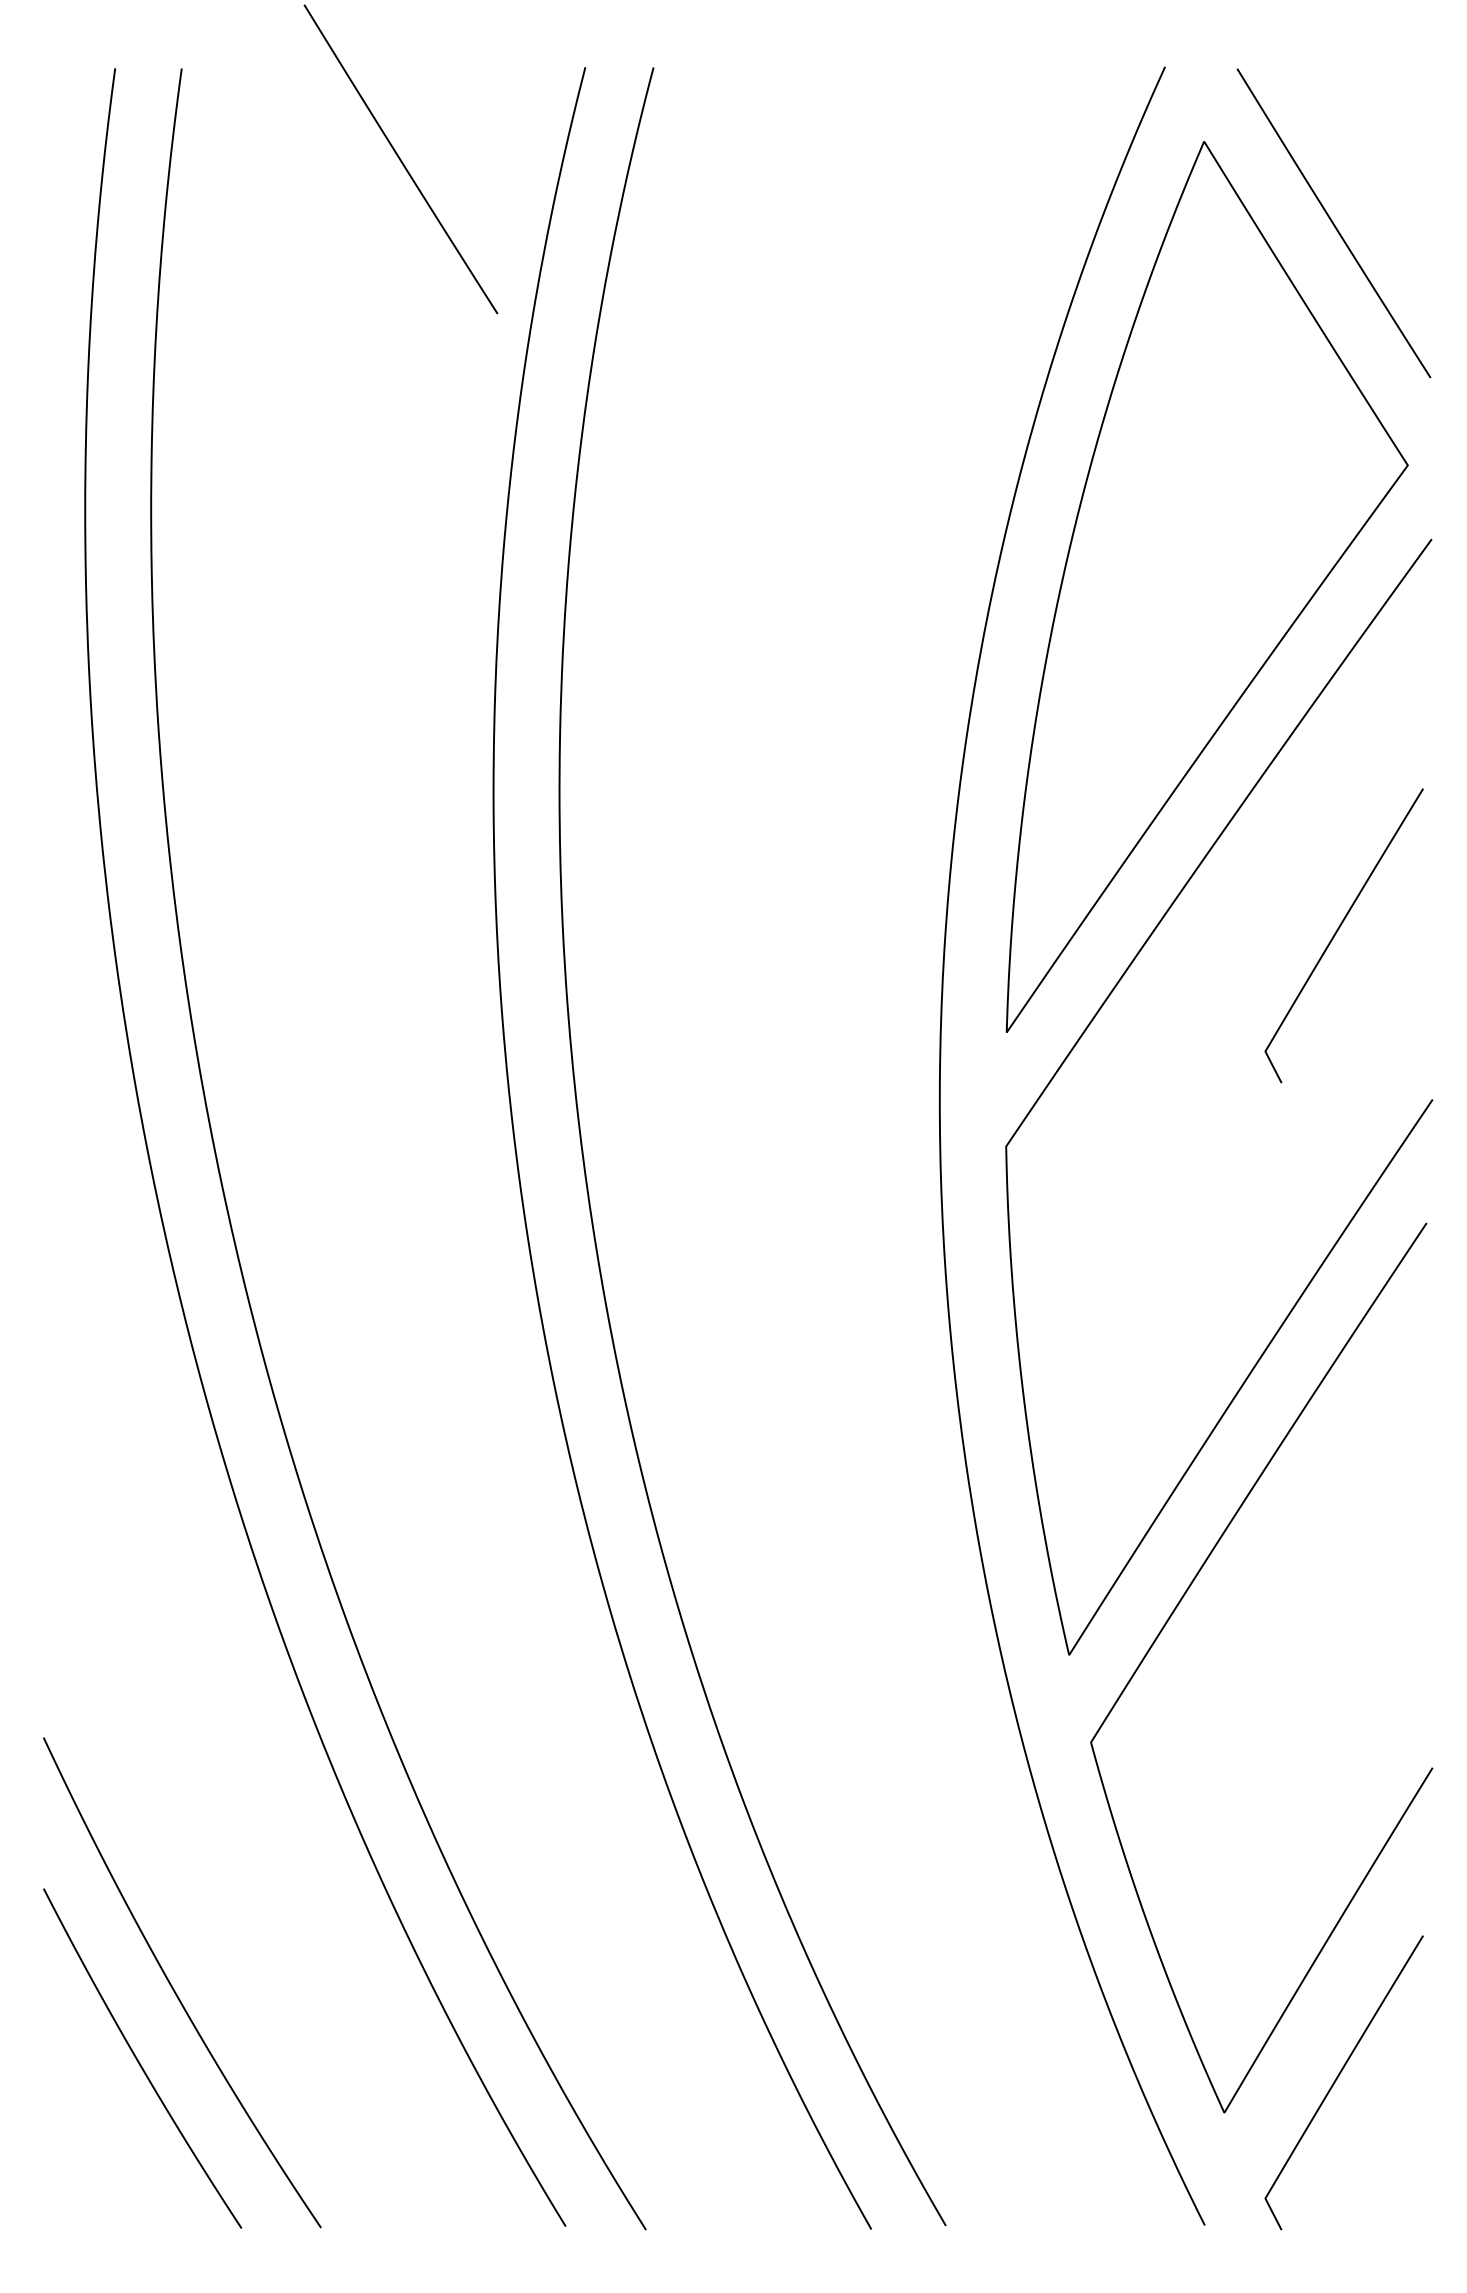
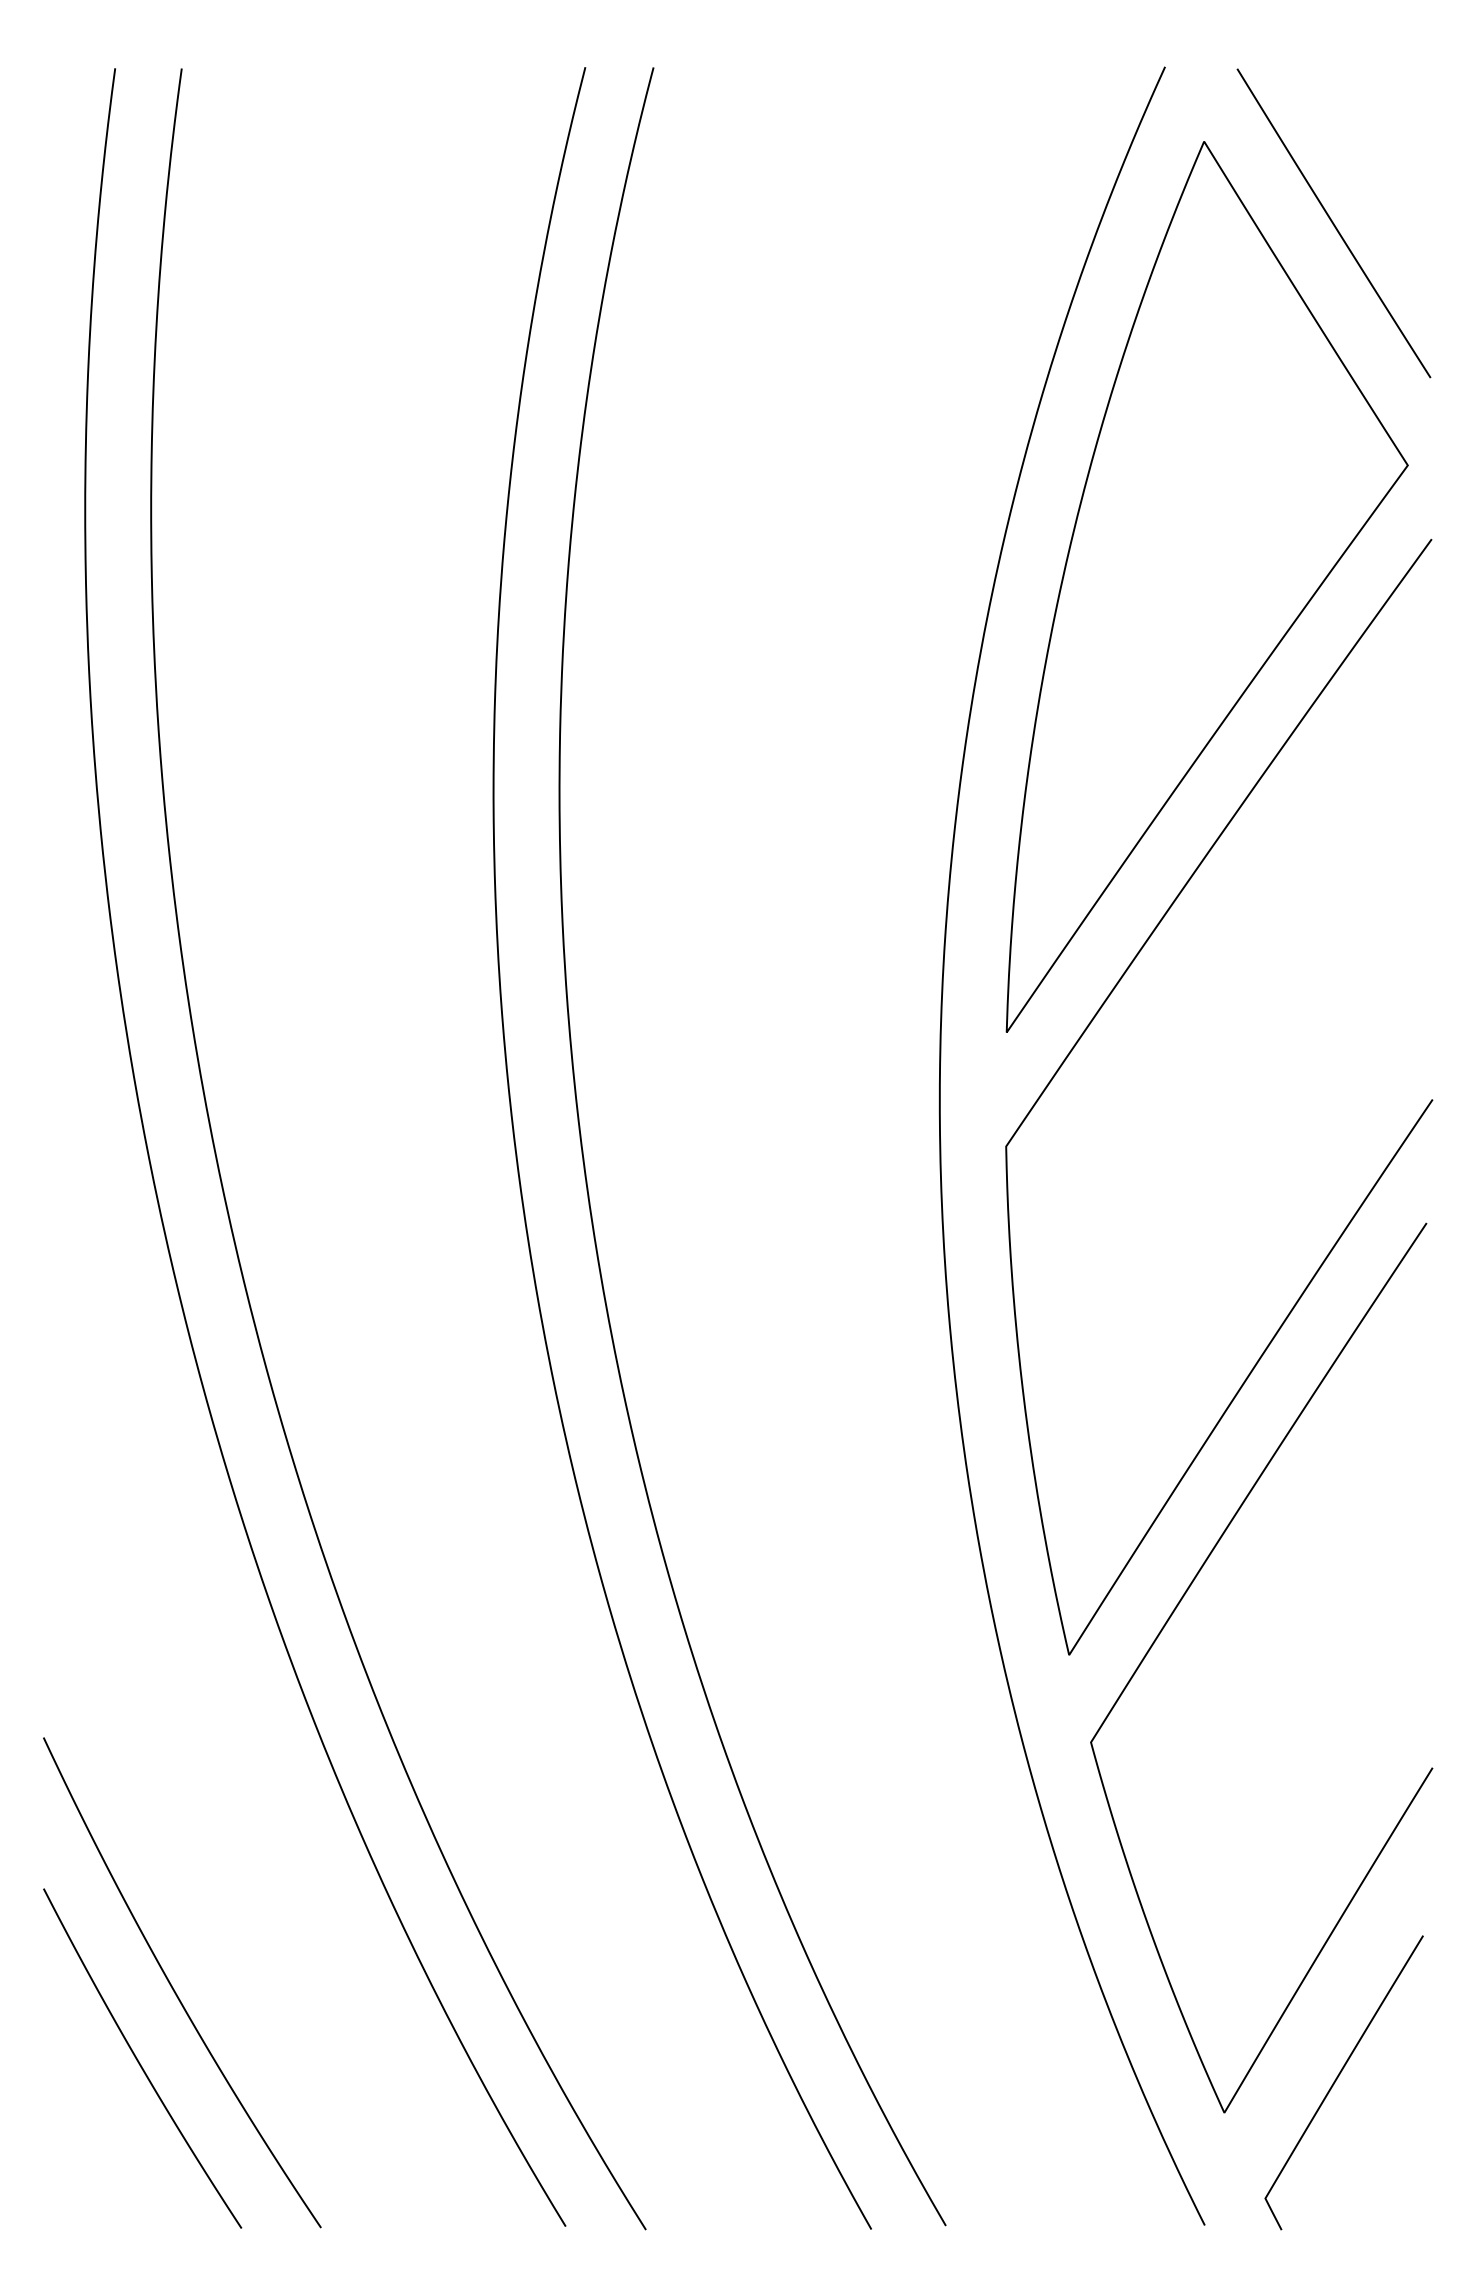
line at (400, 159): present -> none
curve at (1337, 932): present -> none
